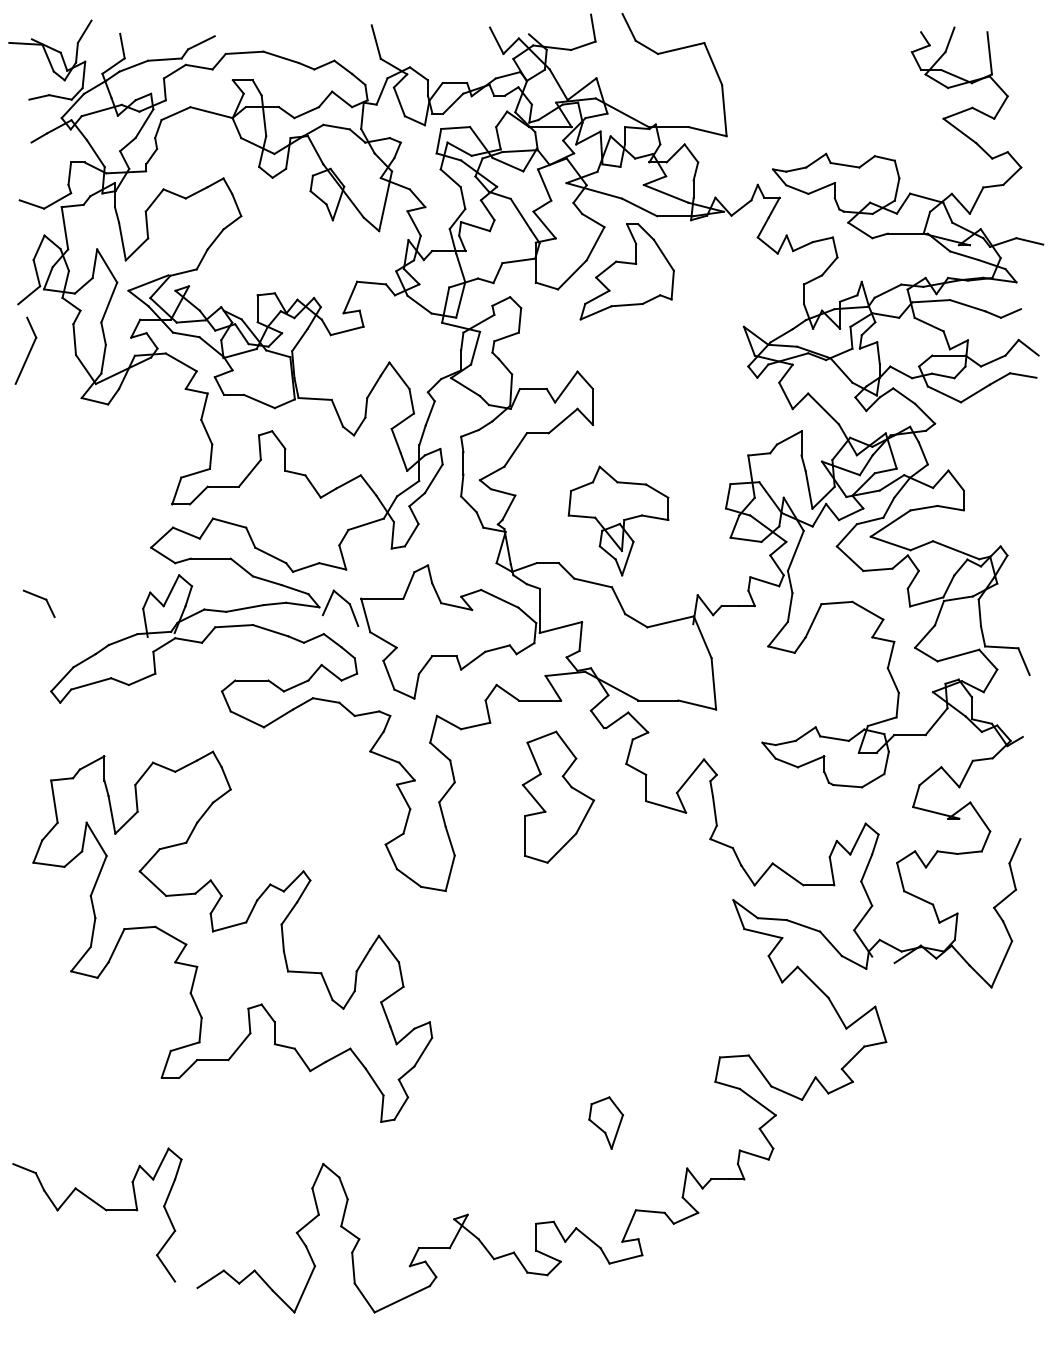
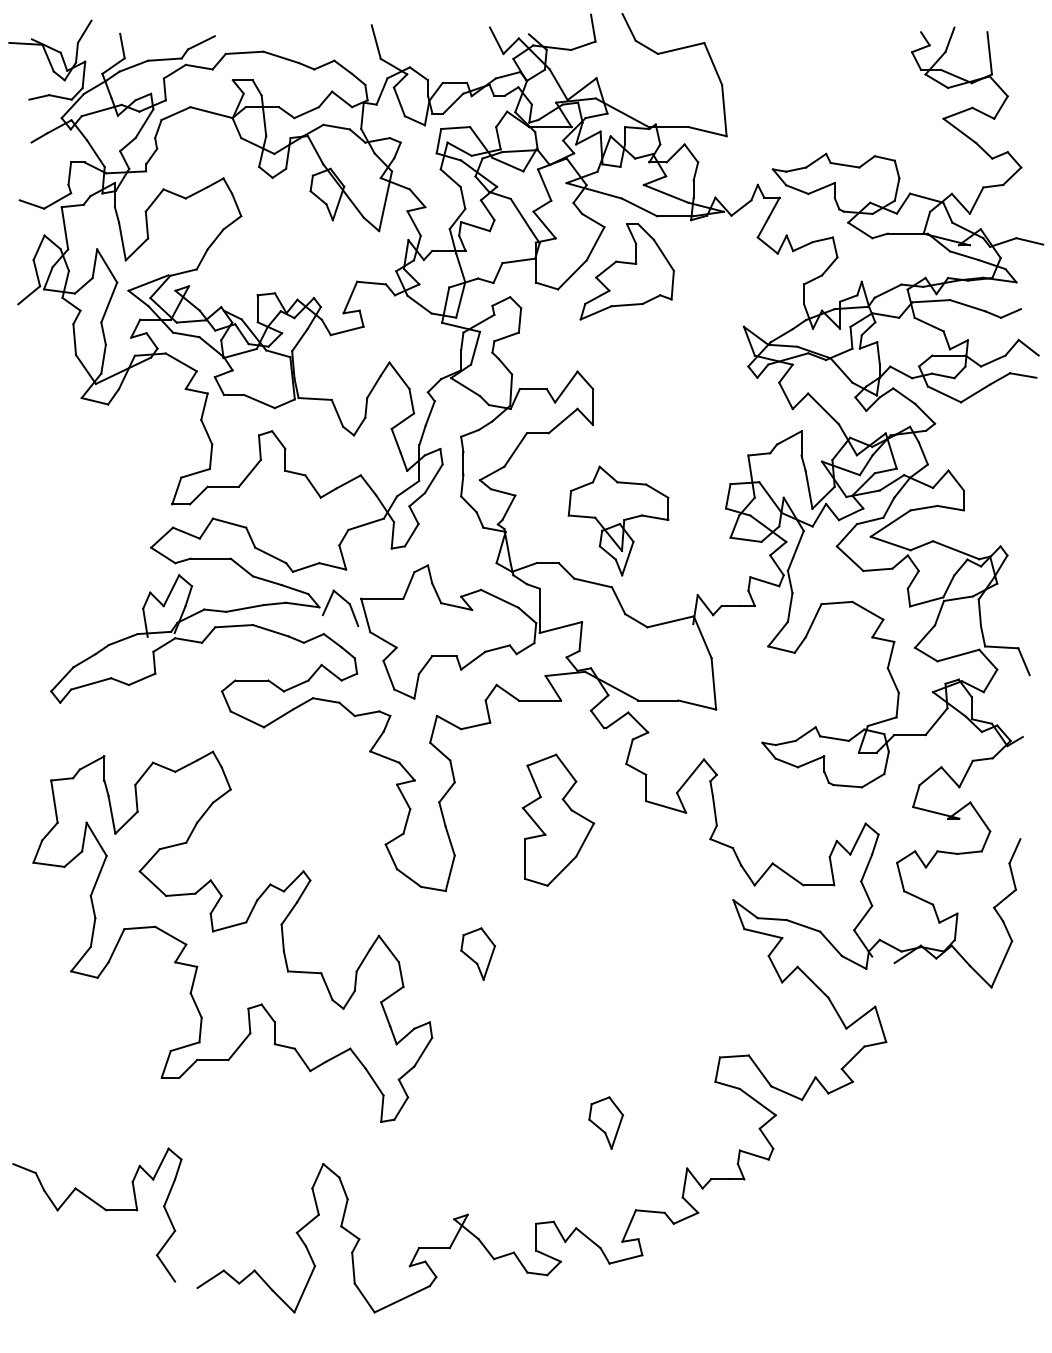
part at (25, 350): present -> none
part at (38, 603): present -> none
part at (558, 796) position: (558, 796) -> (558, 819)
part at (477, 953): none -> present
